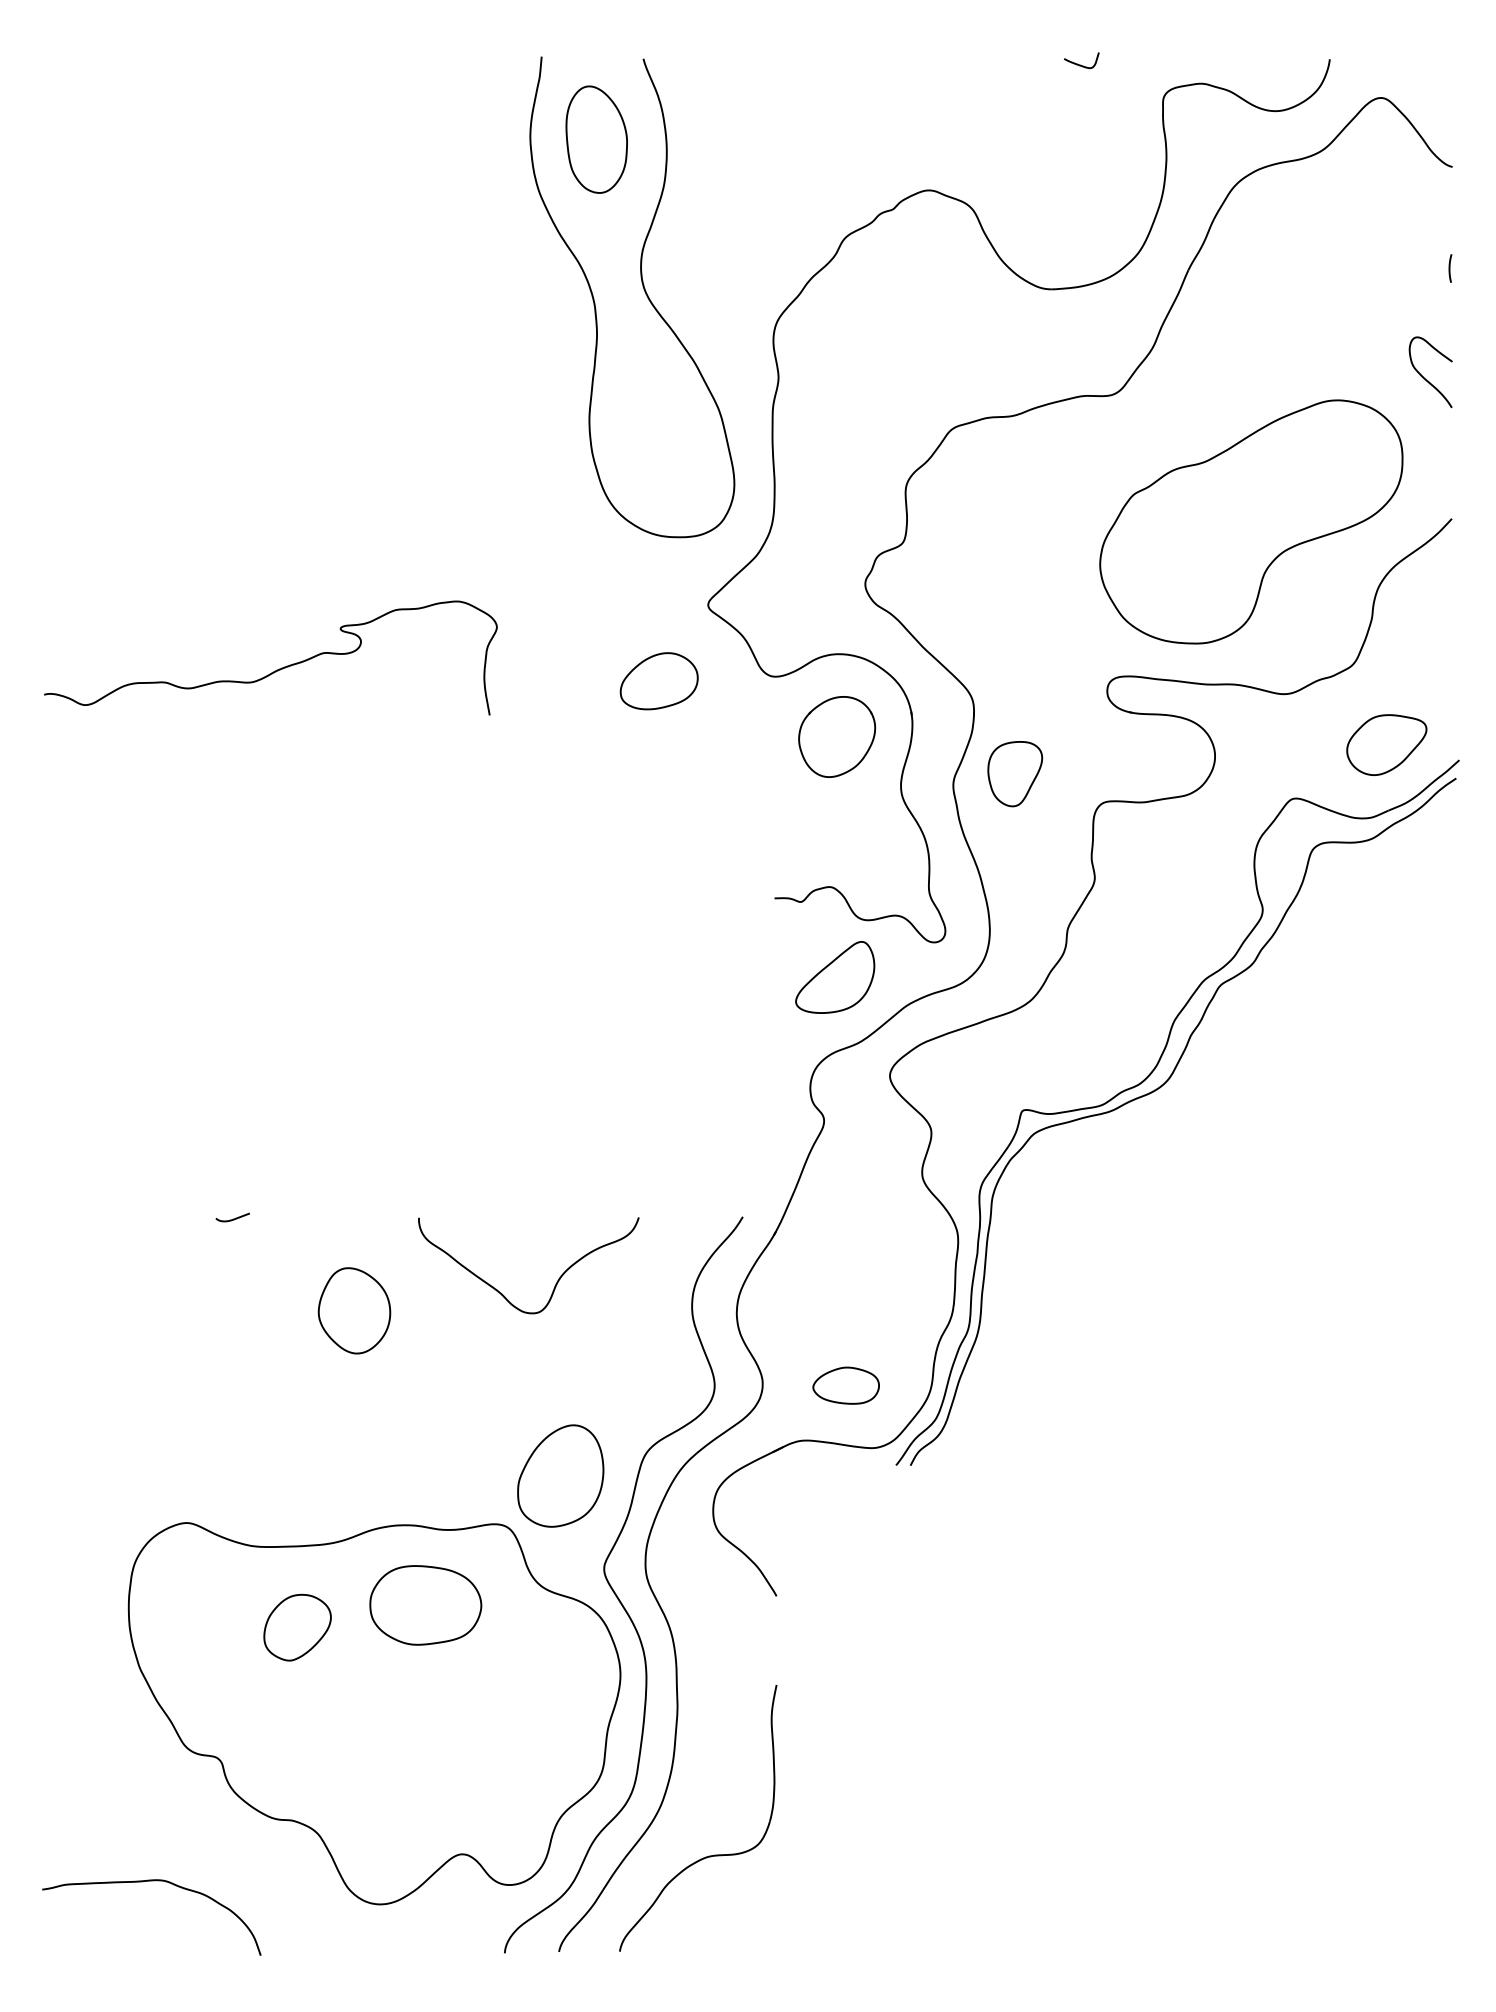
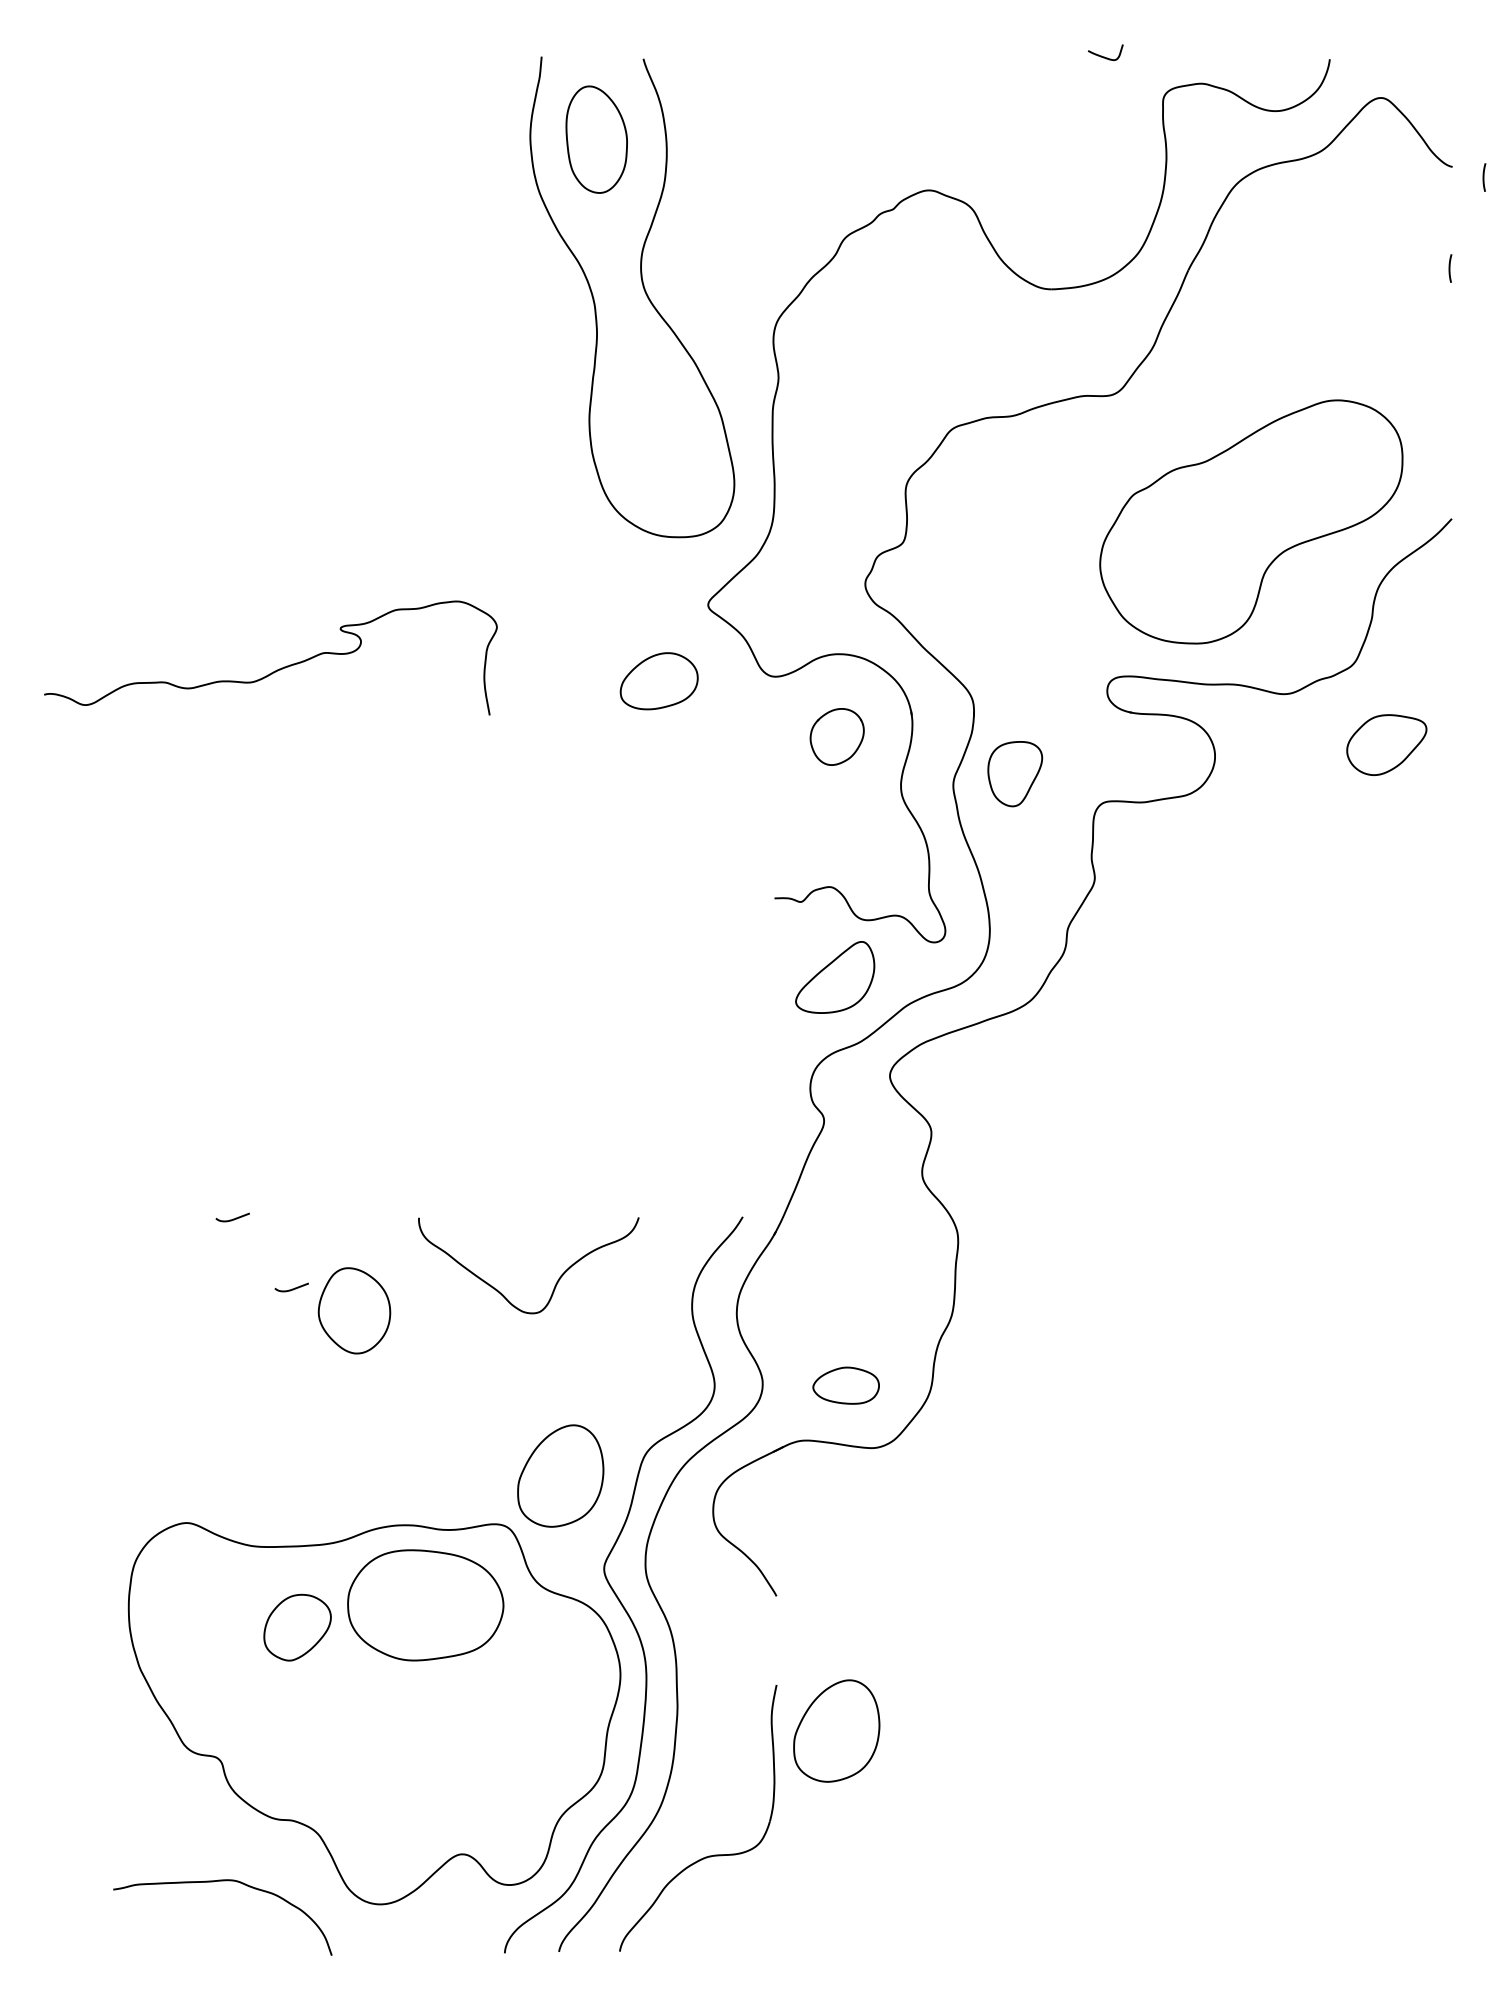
curve at (1080, 64) position: (1080, 64) -> (1104, 56)
curve at (1484, 177): none -> present
curve at (1424, 377): present -> none
part at (837, 736) size: 79x82 px -> 56x58 px
part at (1160, 1088): present -> none
curve at (292, 1288): none -> present
part at (425, 1605) size: 114x81 px -> 158x113 px
part at (836, 1730): none -> present
curve at (151, 1881) position: (151, 1881) -> (222, 1881)
